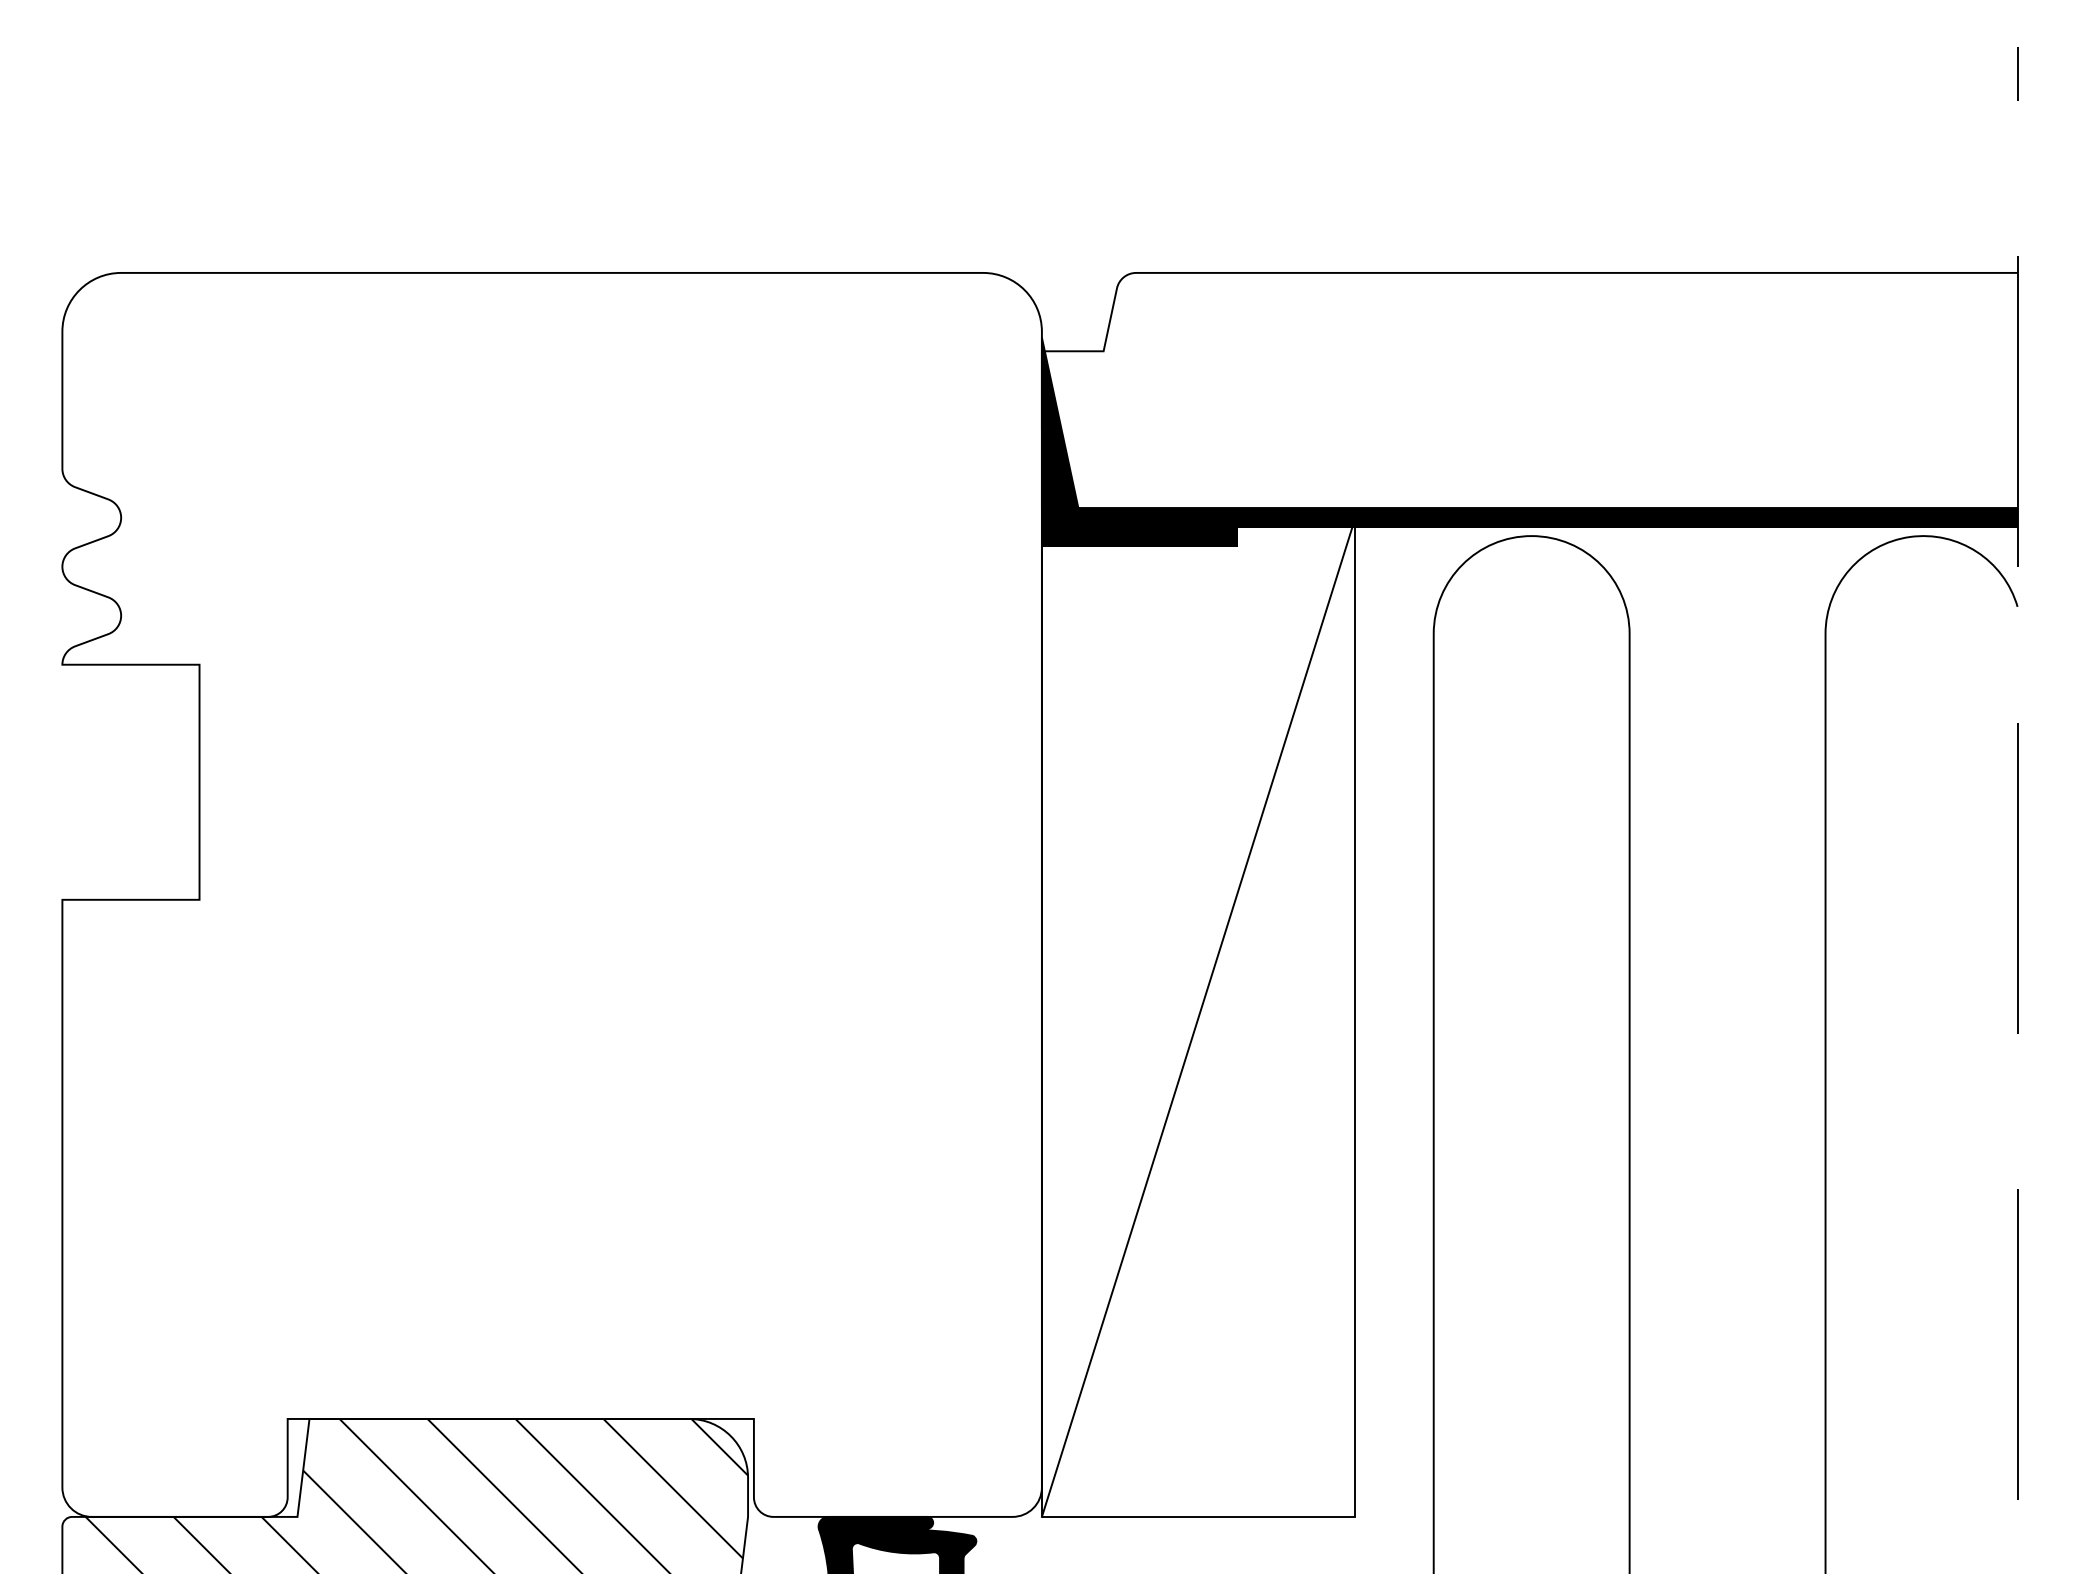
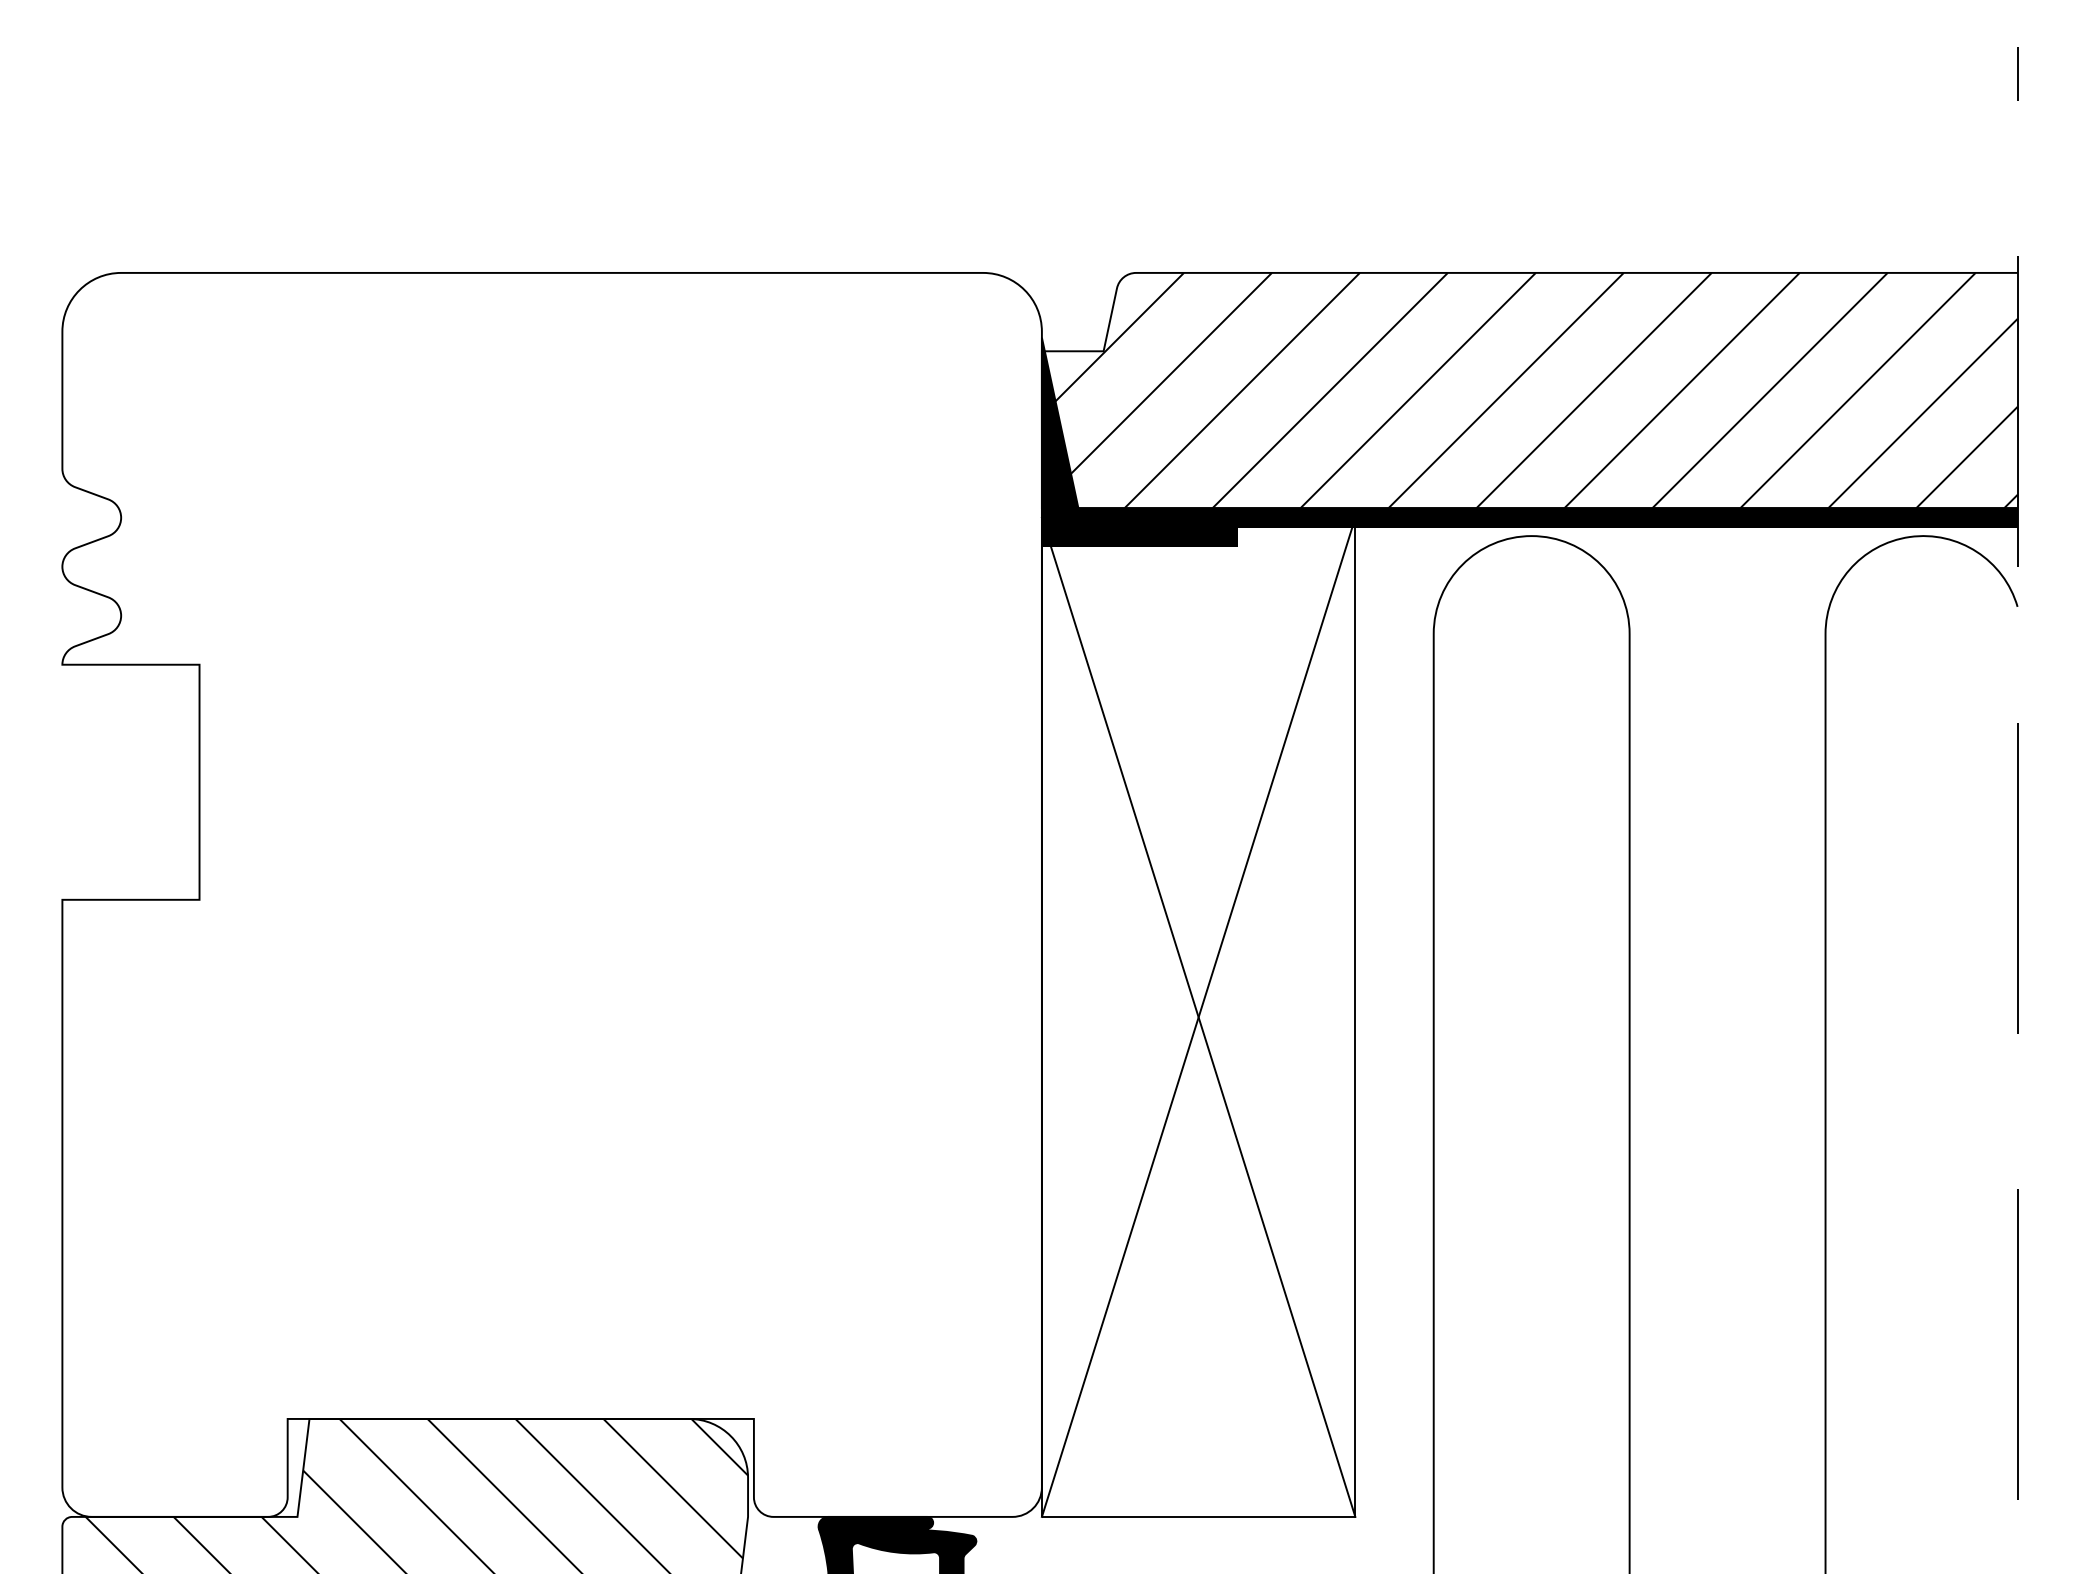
hatch at (1536, 390): none -> present
line at (1198, 1016): none -> present
